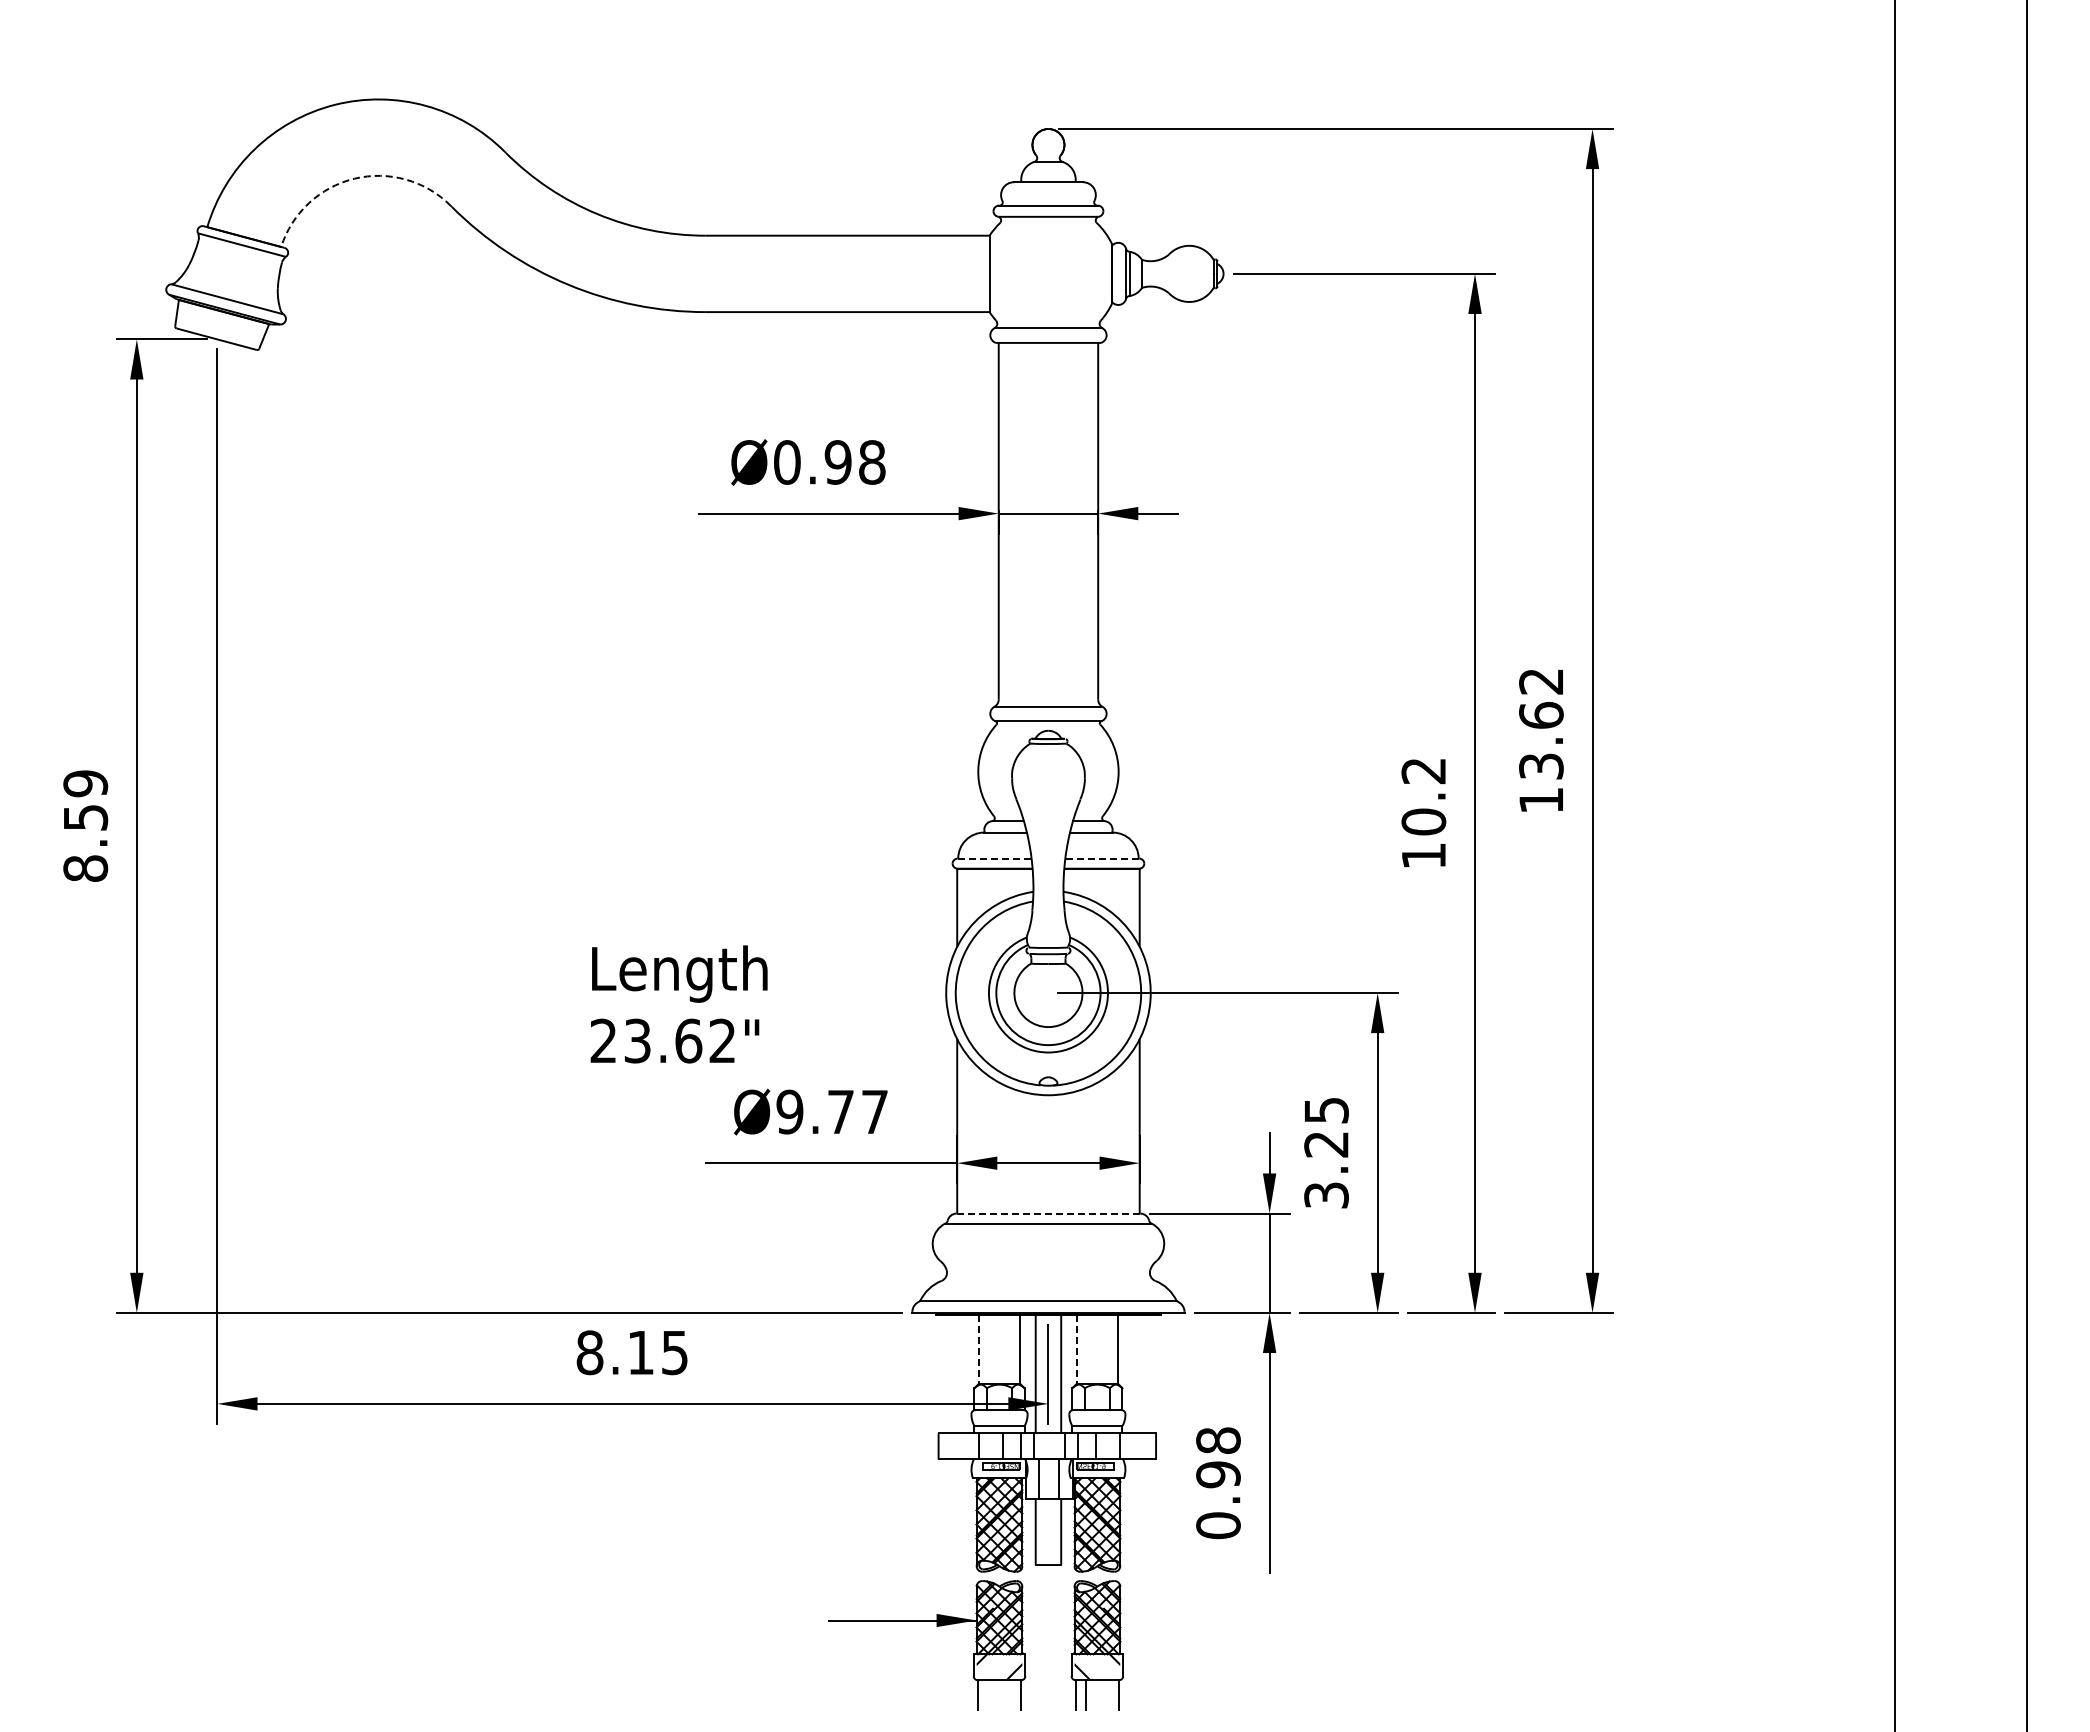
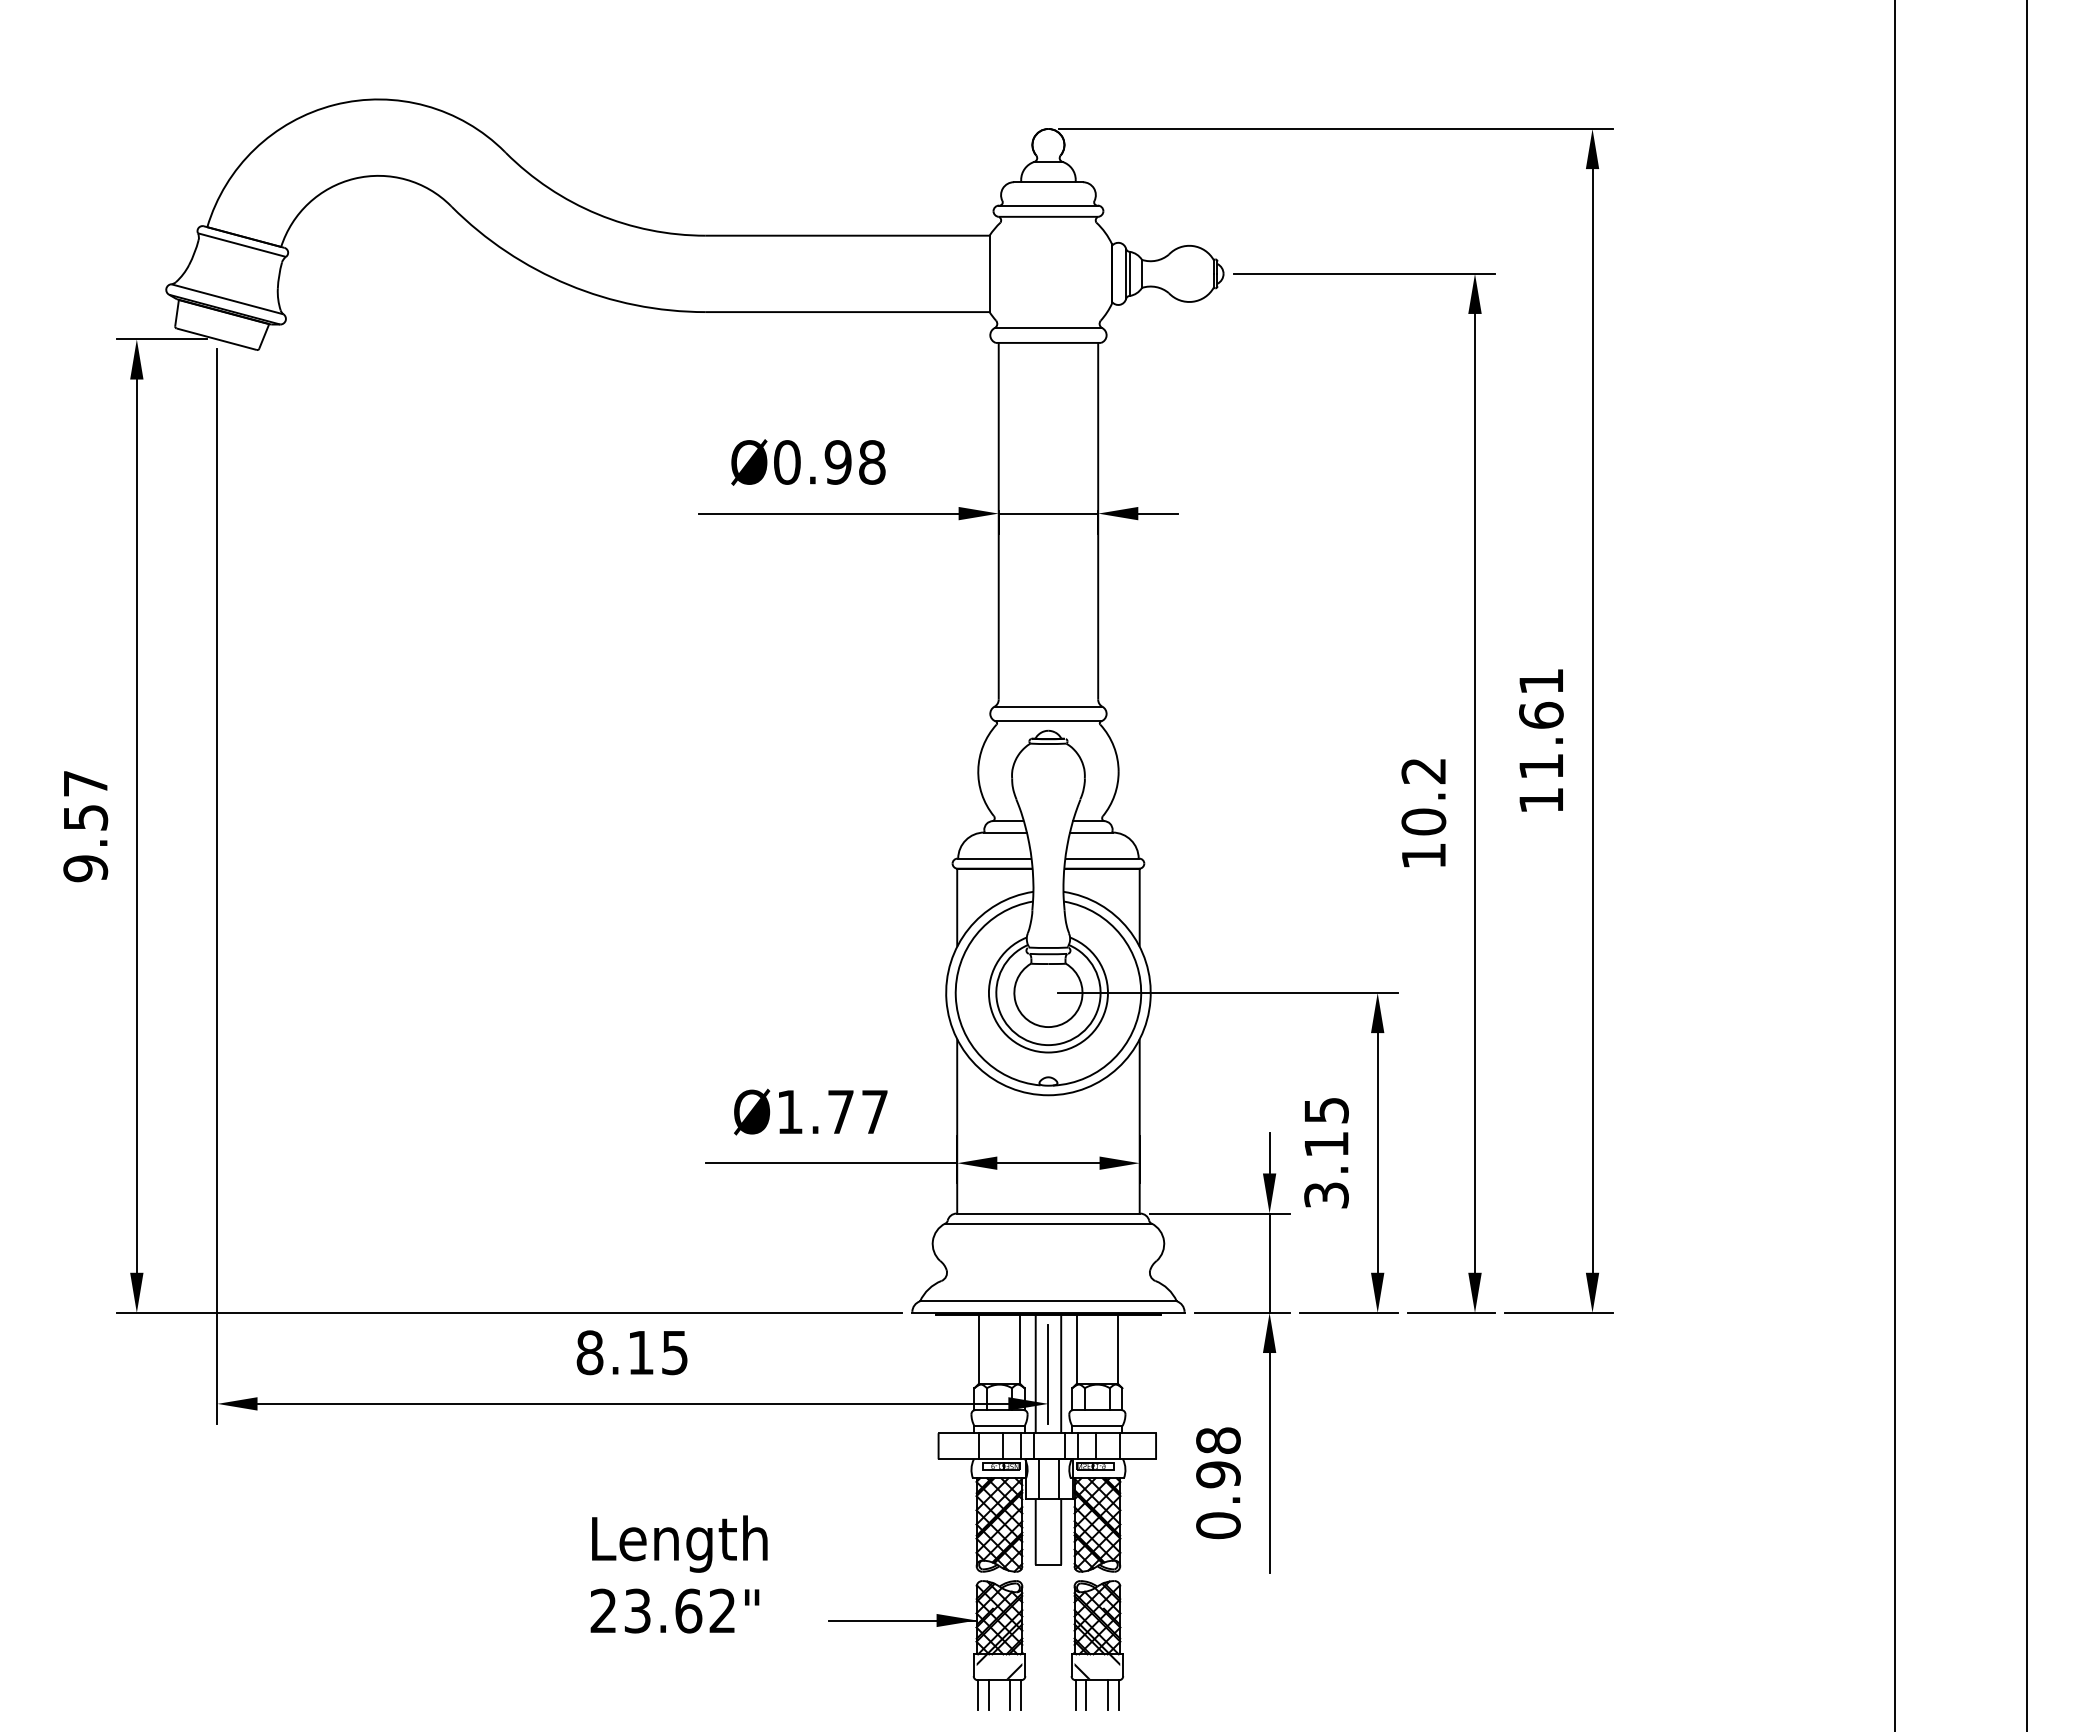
arc at (354, 178): dashed -> solid
text at (1541, 724): 13.62 -> 11.61
text at (85, 826): 8.59 -> 9.57
line at (994, 858): dashed -> solid
line at (1102, 858): dashed -> solid
text at (678, 1004) position: (678, 1004) -> (678, 1574)
text at (789, 1111): Ø9.77 -> Ø1.77
text at (1326, 1144): 3.25 -> 3.15
line at (1048, 1213): dashed -> solid
line at (978, 1350): dashed -> solid
line at (1076, 1350): dashed -> solid
line at (988, 1694): none -> present
line at (1010, 1694): none -> present
line at (1108, 1694): none -> present
